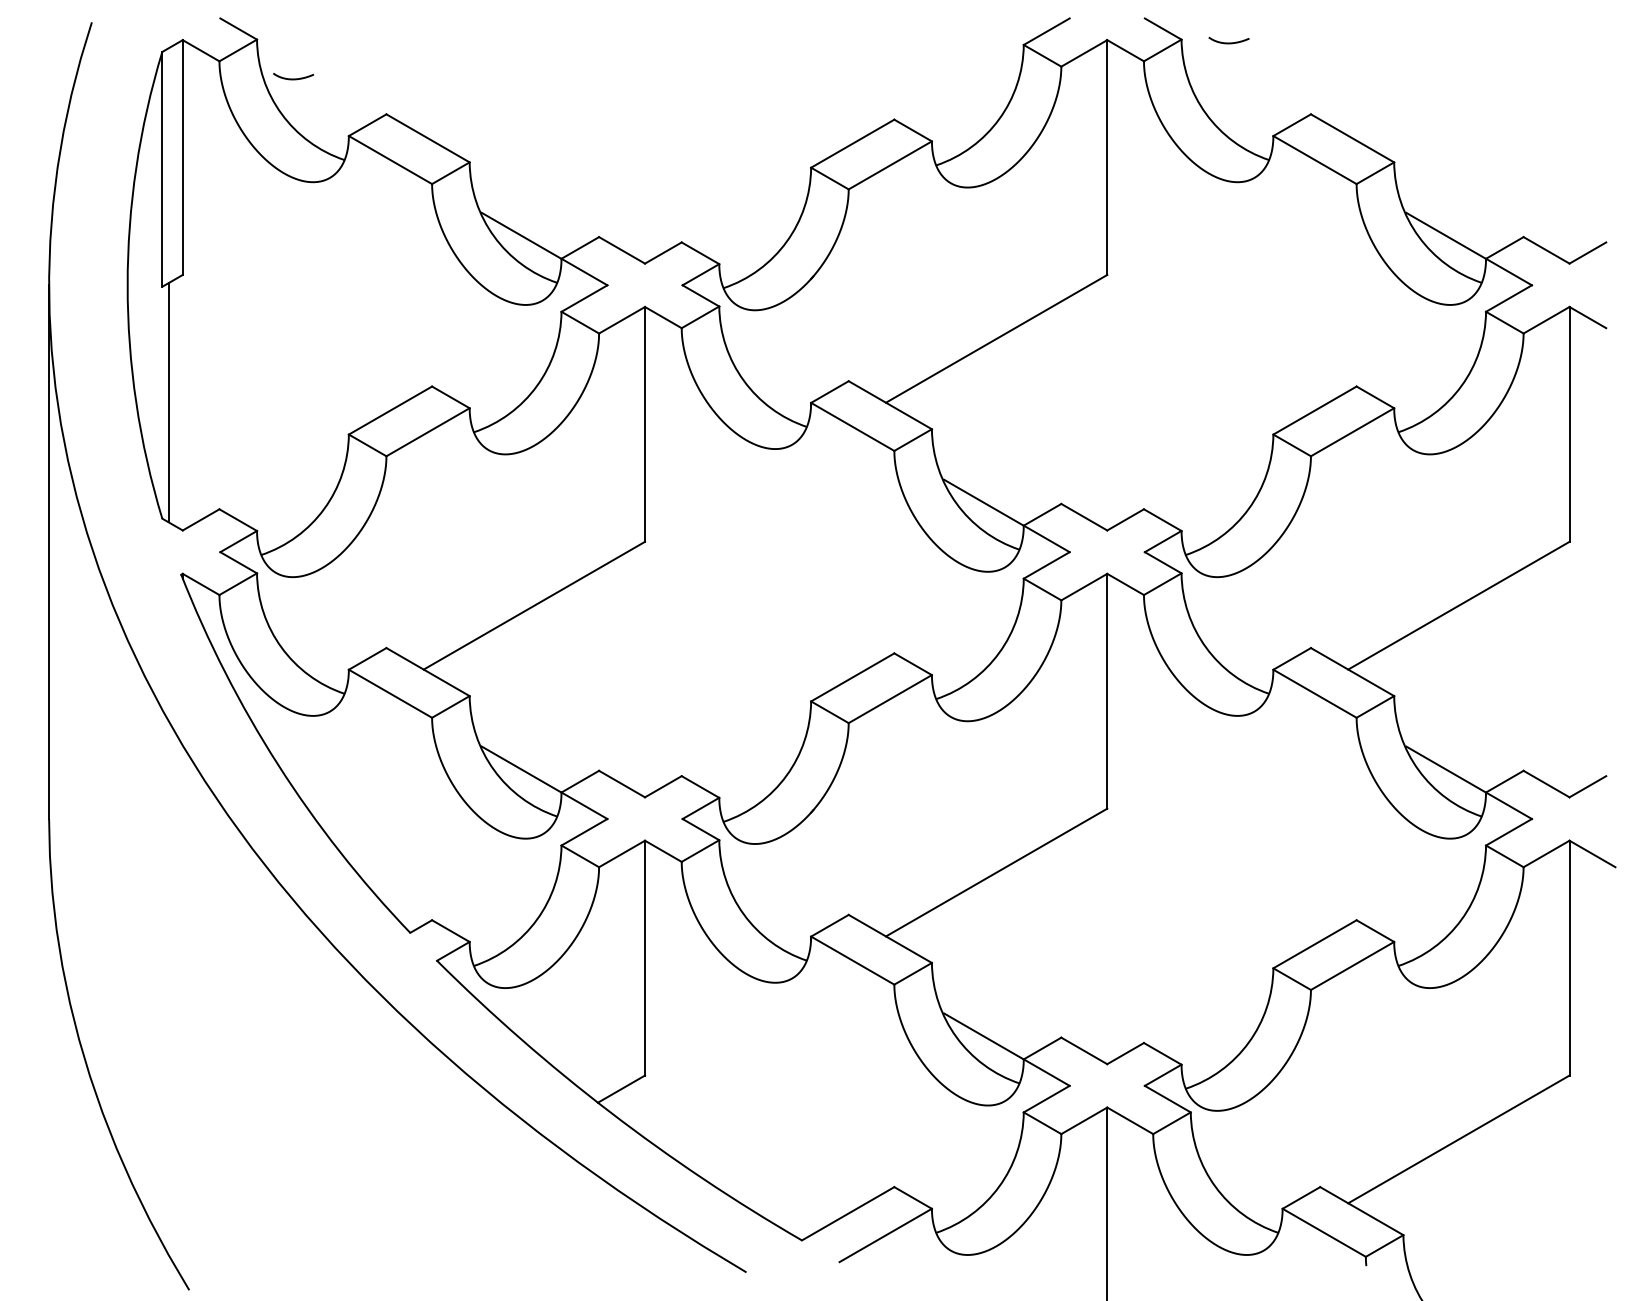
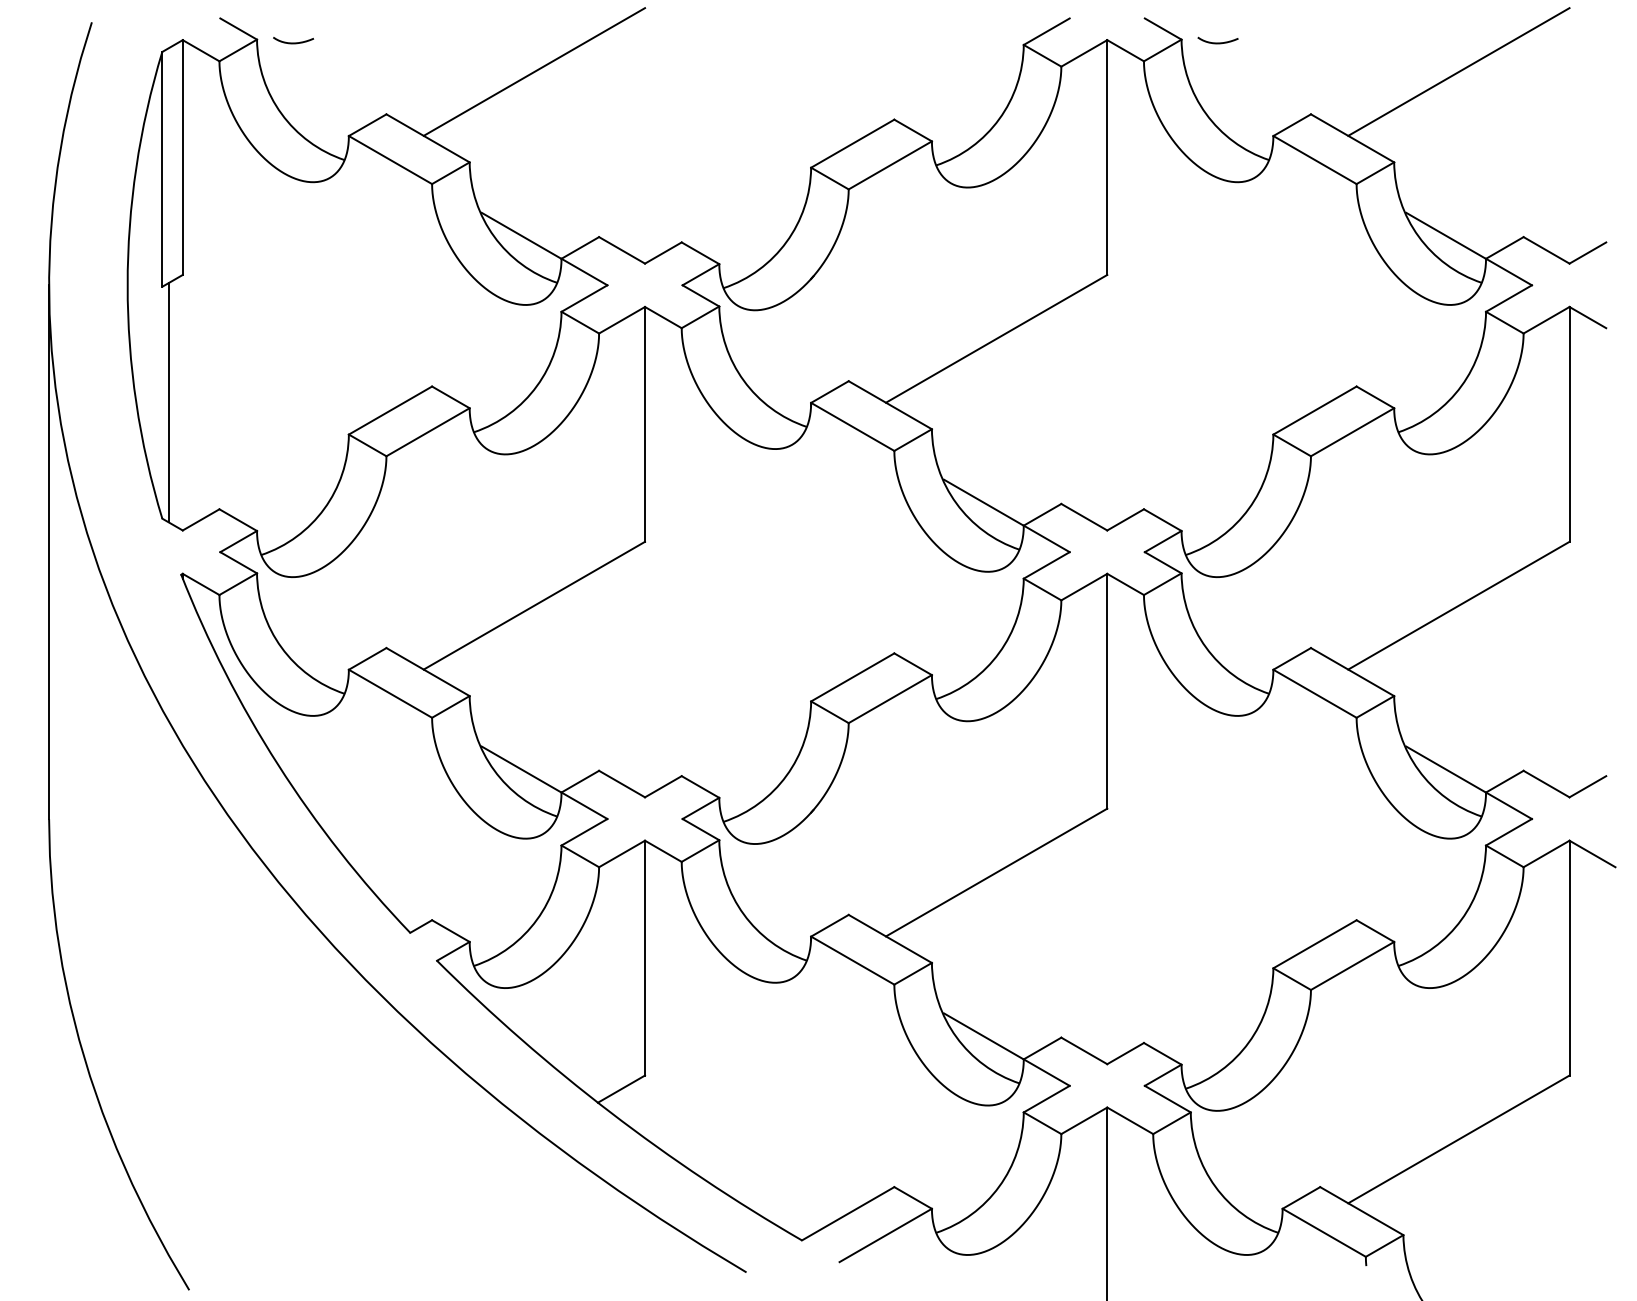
curve at (1228, 42) position: (1228, 42) -> (1217, 42)
line at (534, 71): none -> present
line at (1458, 71): none -> present
curve at (293, 78) position: (293, 78) -> (293, 42)
